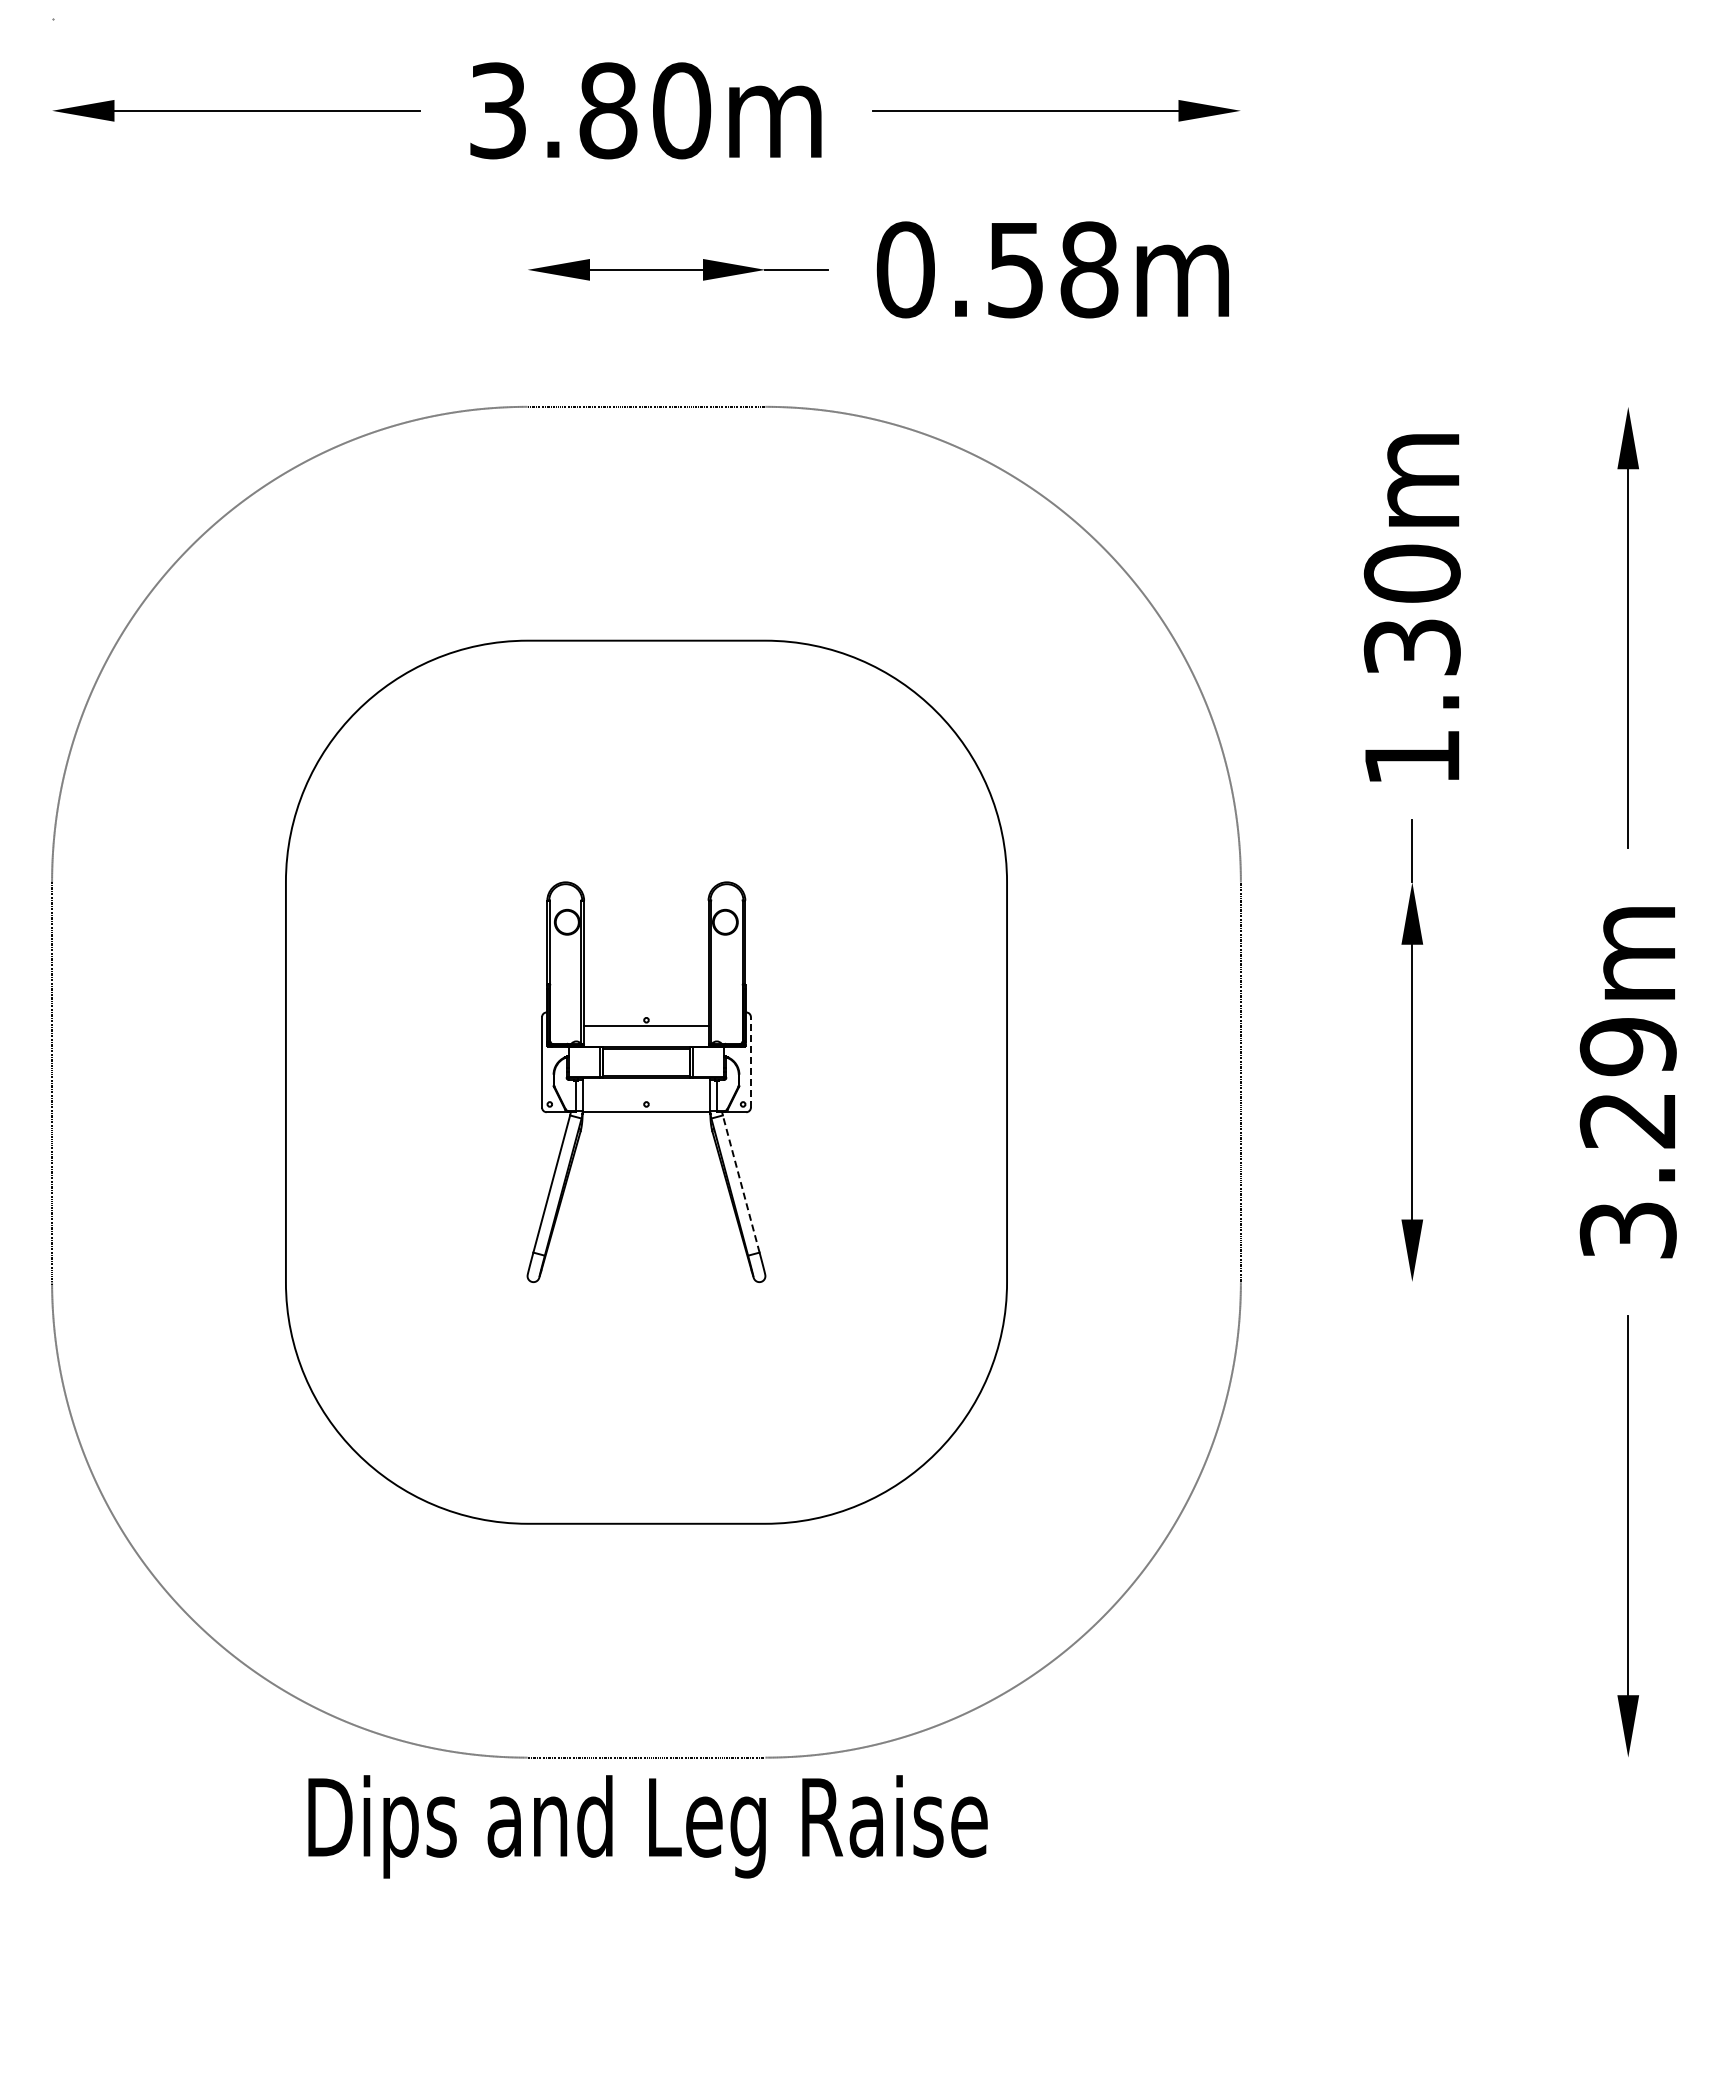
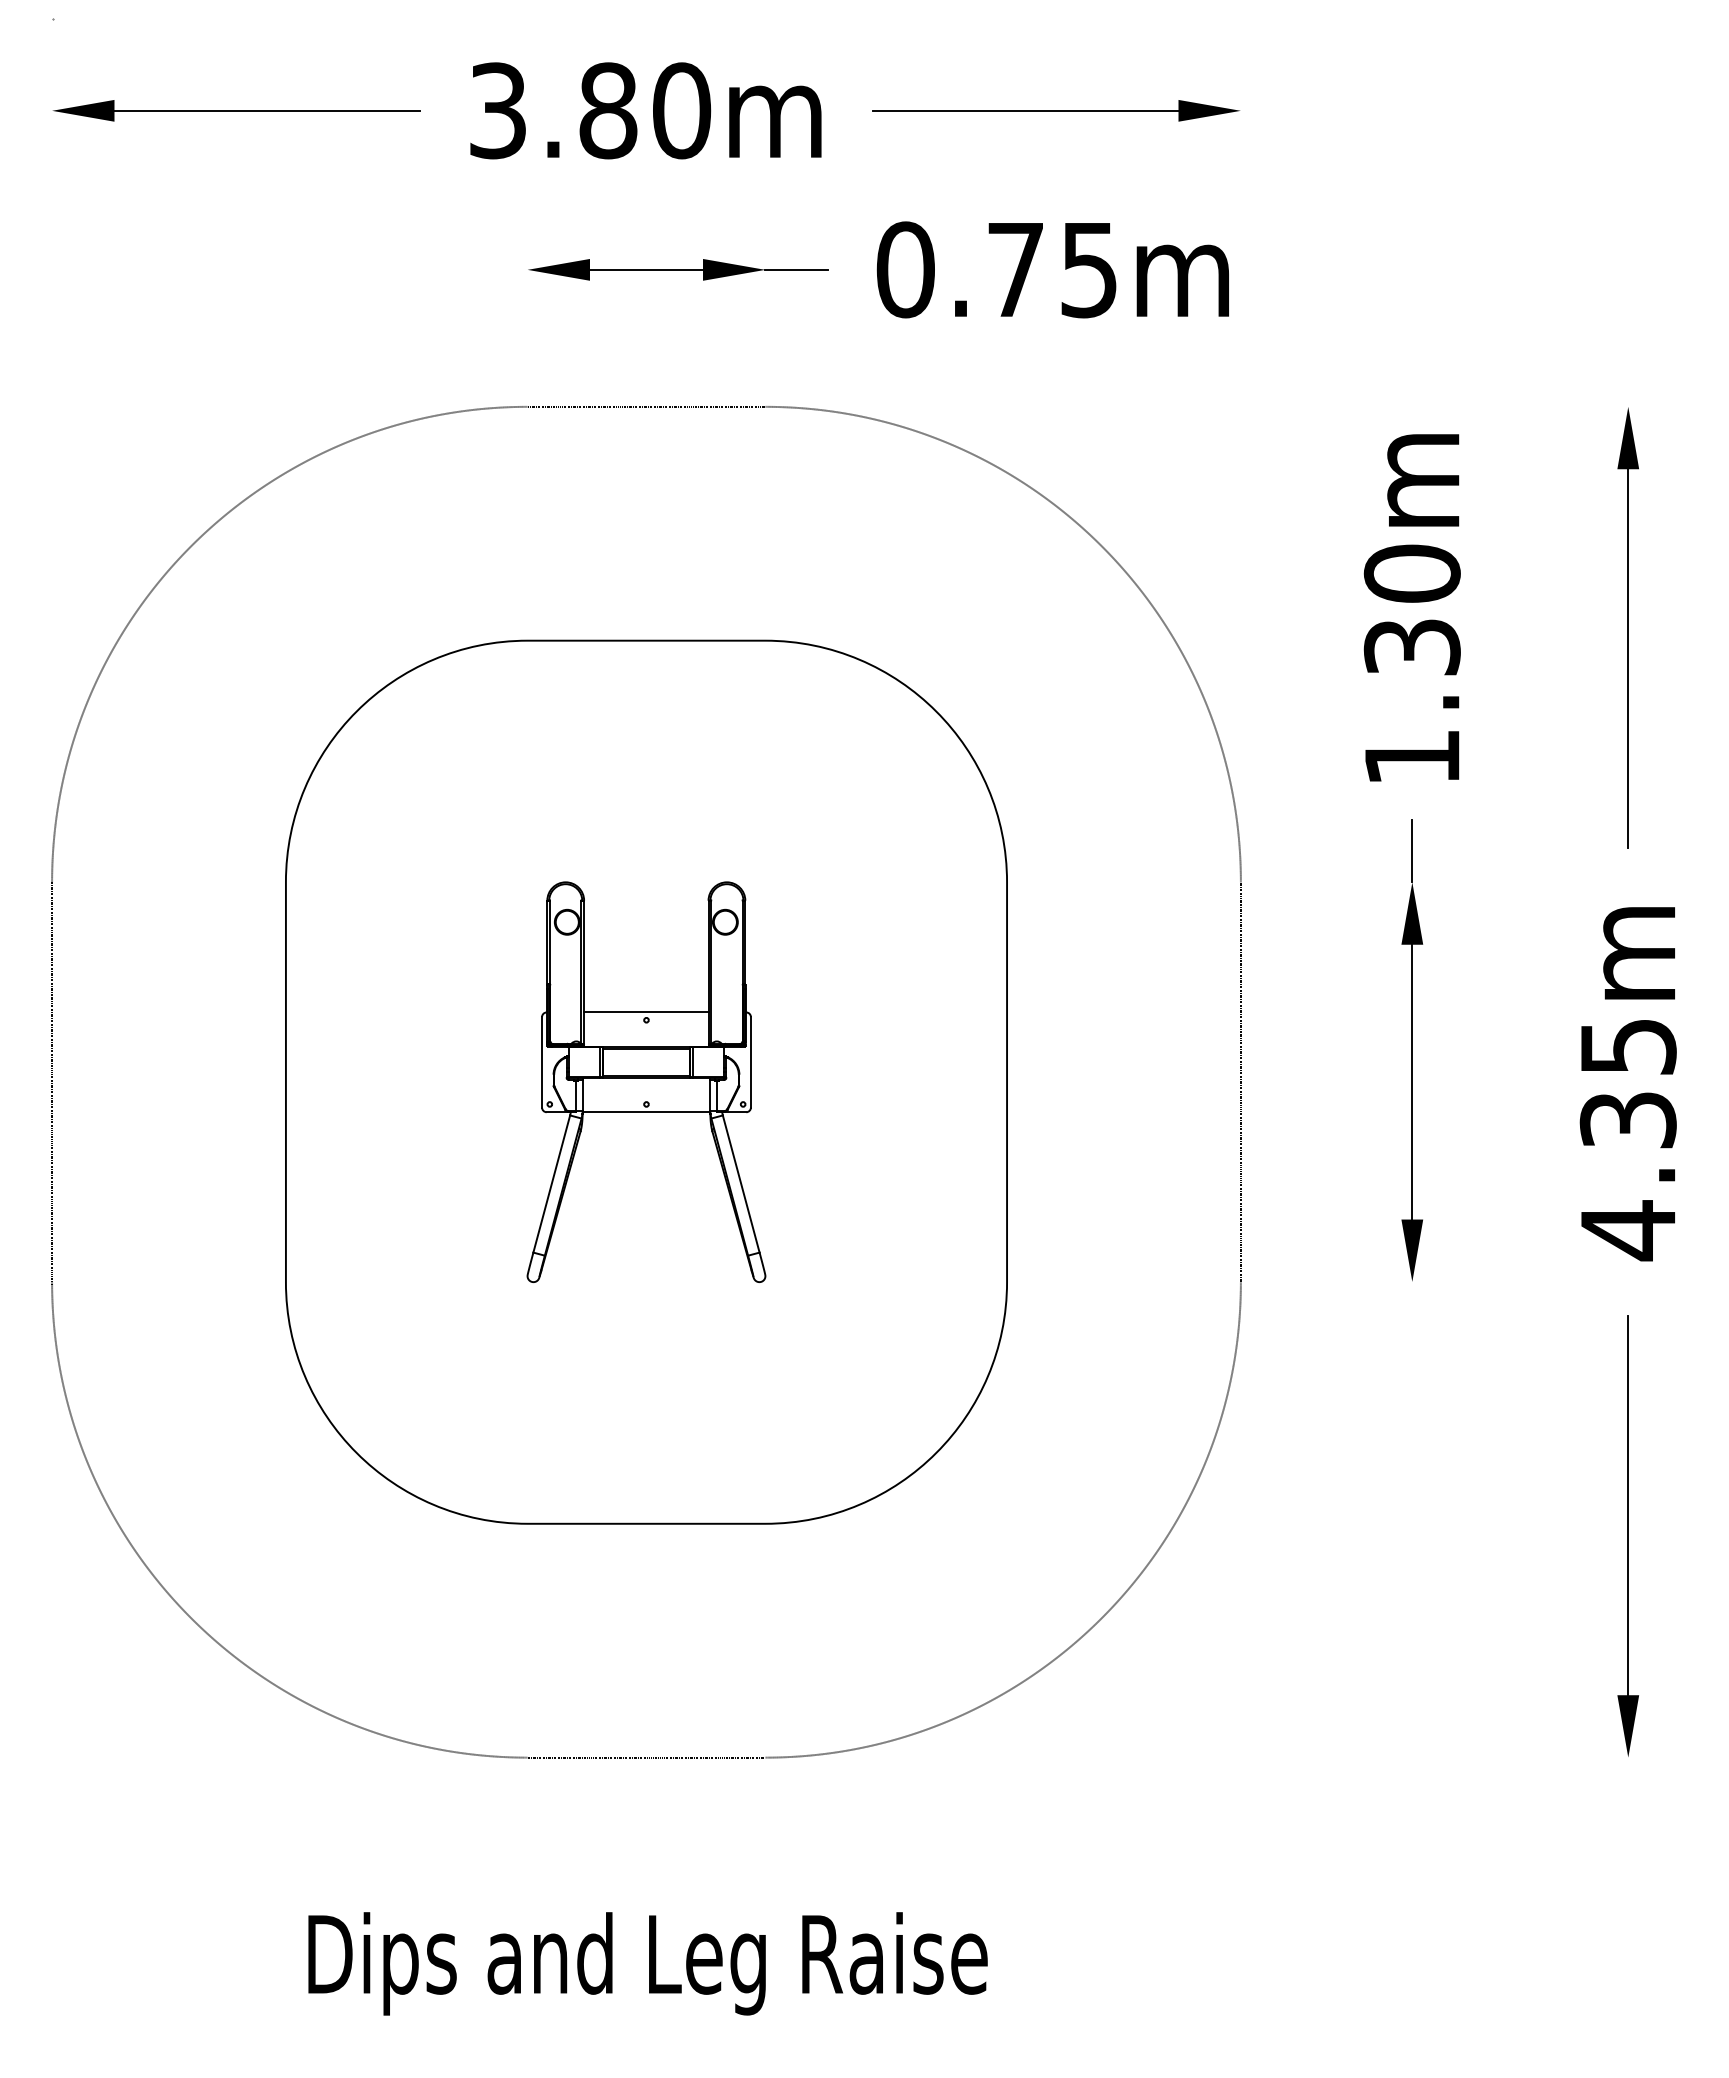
text at (1053, 269): 0.58m -> 0.75m
line at (646, 1026) position: (646, 1026) -> (646, 1012)
line at (750, 1061): dashed -> solid
text at (1627, 1139): 3.29m -> 4.35m
line at (741, 1184): dashed -> solid
text at (647, 1826) position: (647, 1826) -> (647, 1963)
